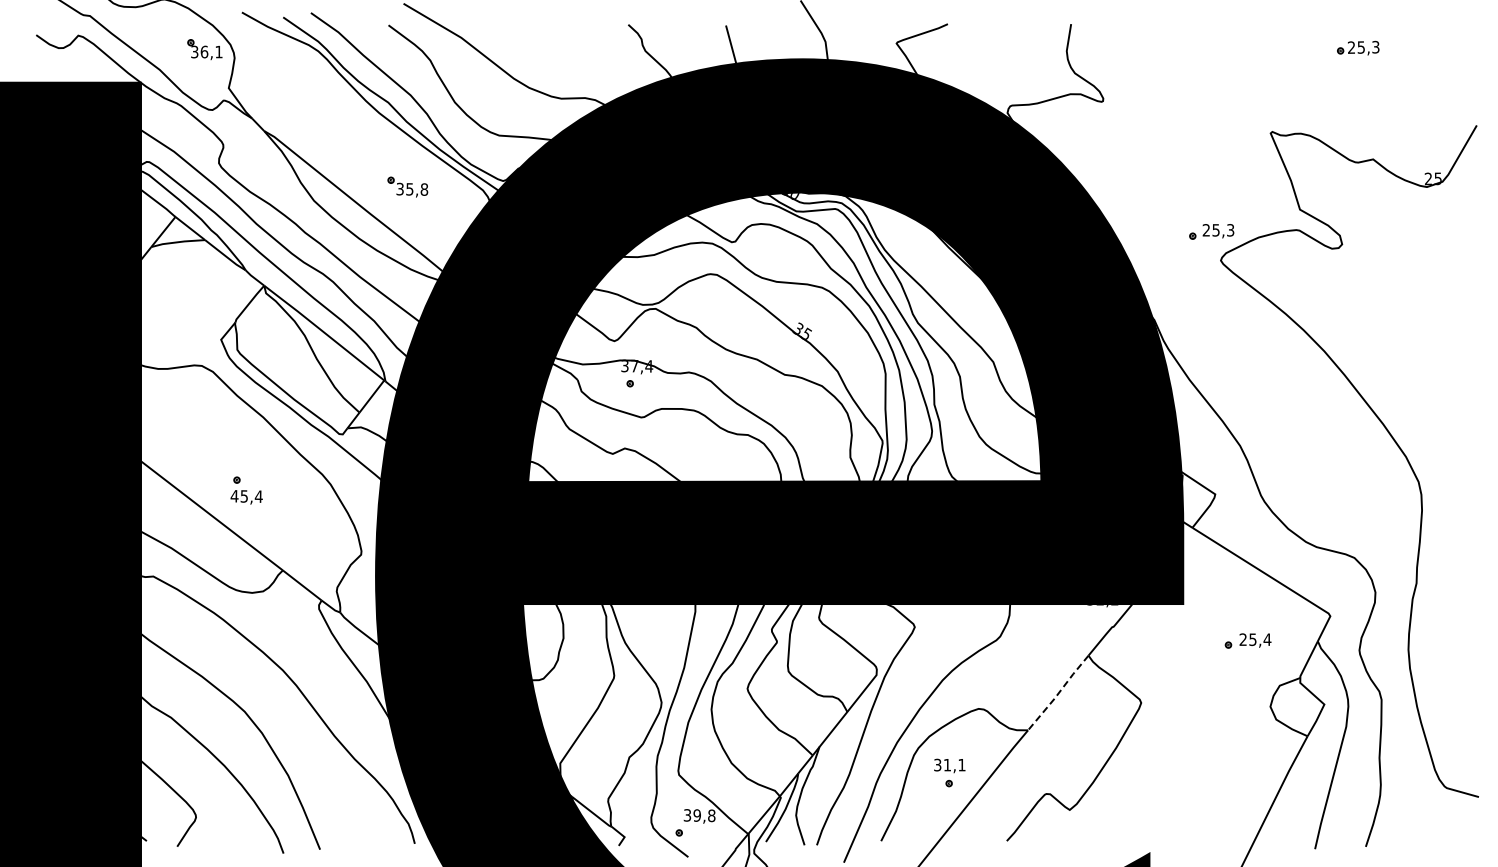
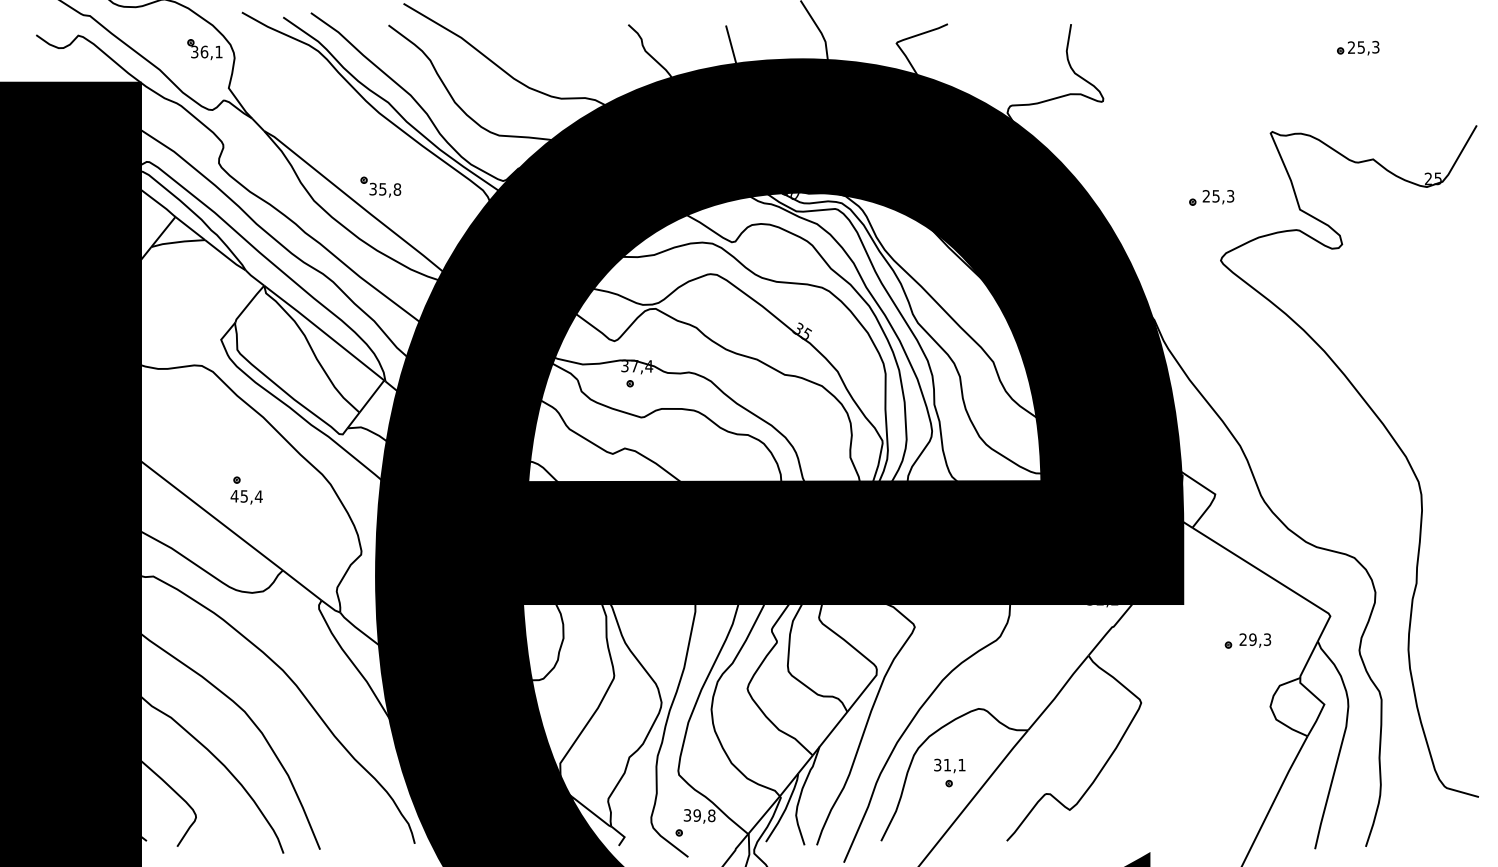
part at (407, 186) position: (407, 186) -> (380, 186)
part at (1211, 231) position: (1211, 231) -> (1211, 197)
text at (1260, 639): 25,4 -> 29,3
line at (1058, 693): dashed -> solid
